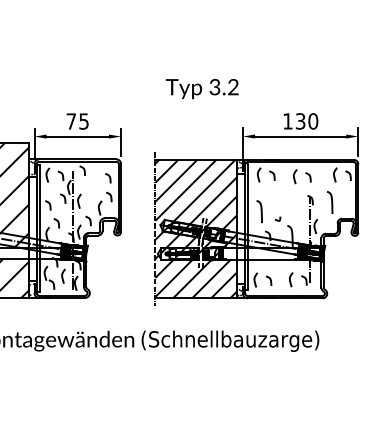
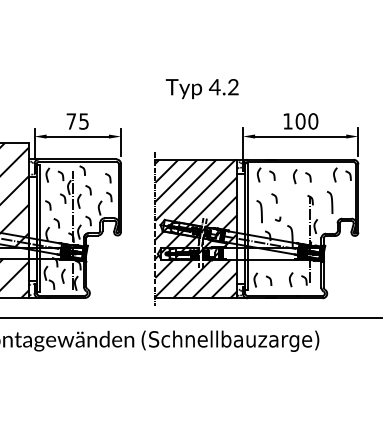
text at (214, 87): 3.2 -> 4.2
text at (300, 121): 130 -> 100
curve at (89, 190): none -> present
curve at (275, 198): none -> present
line at (192, 318): none -> present
